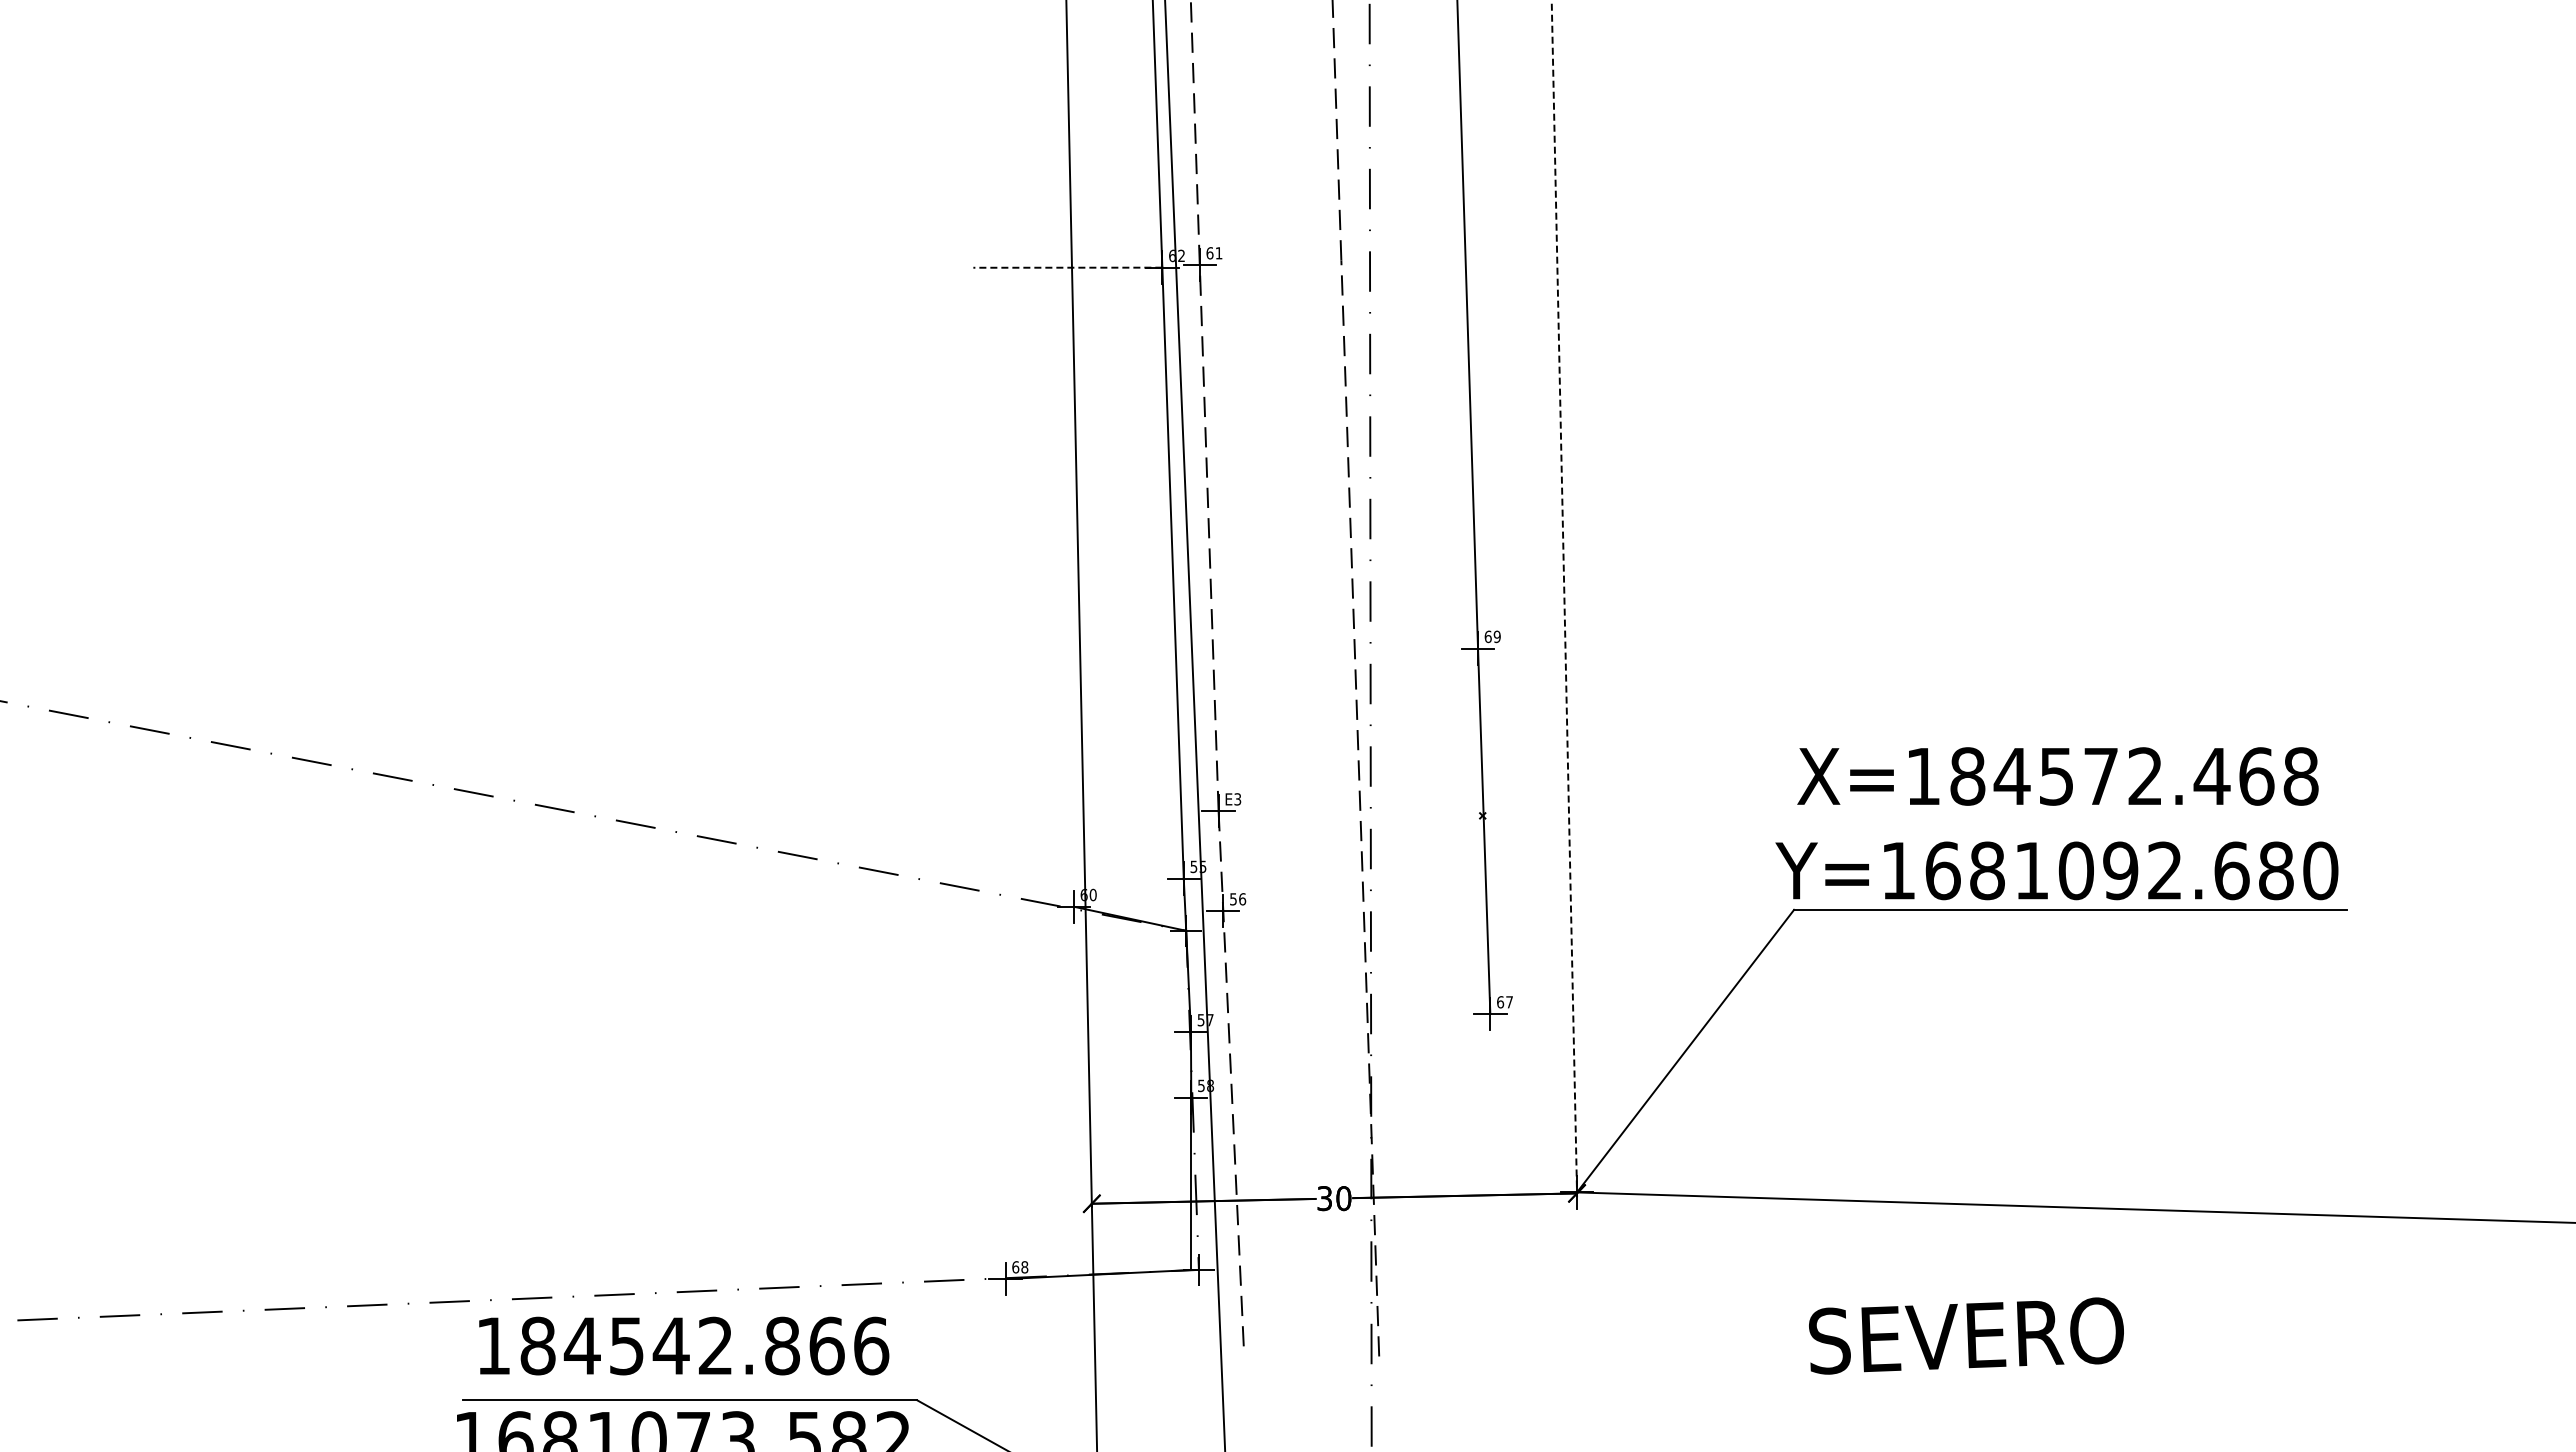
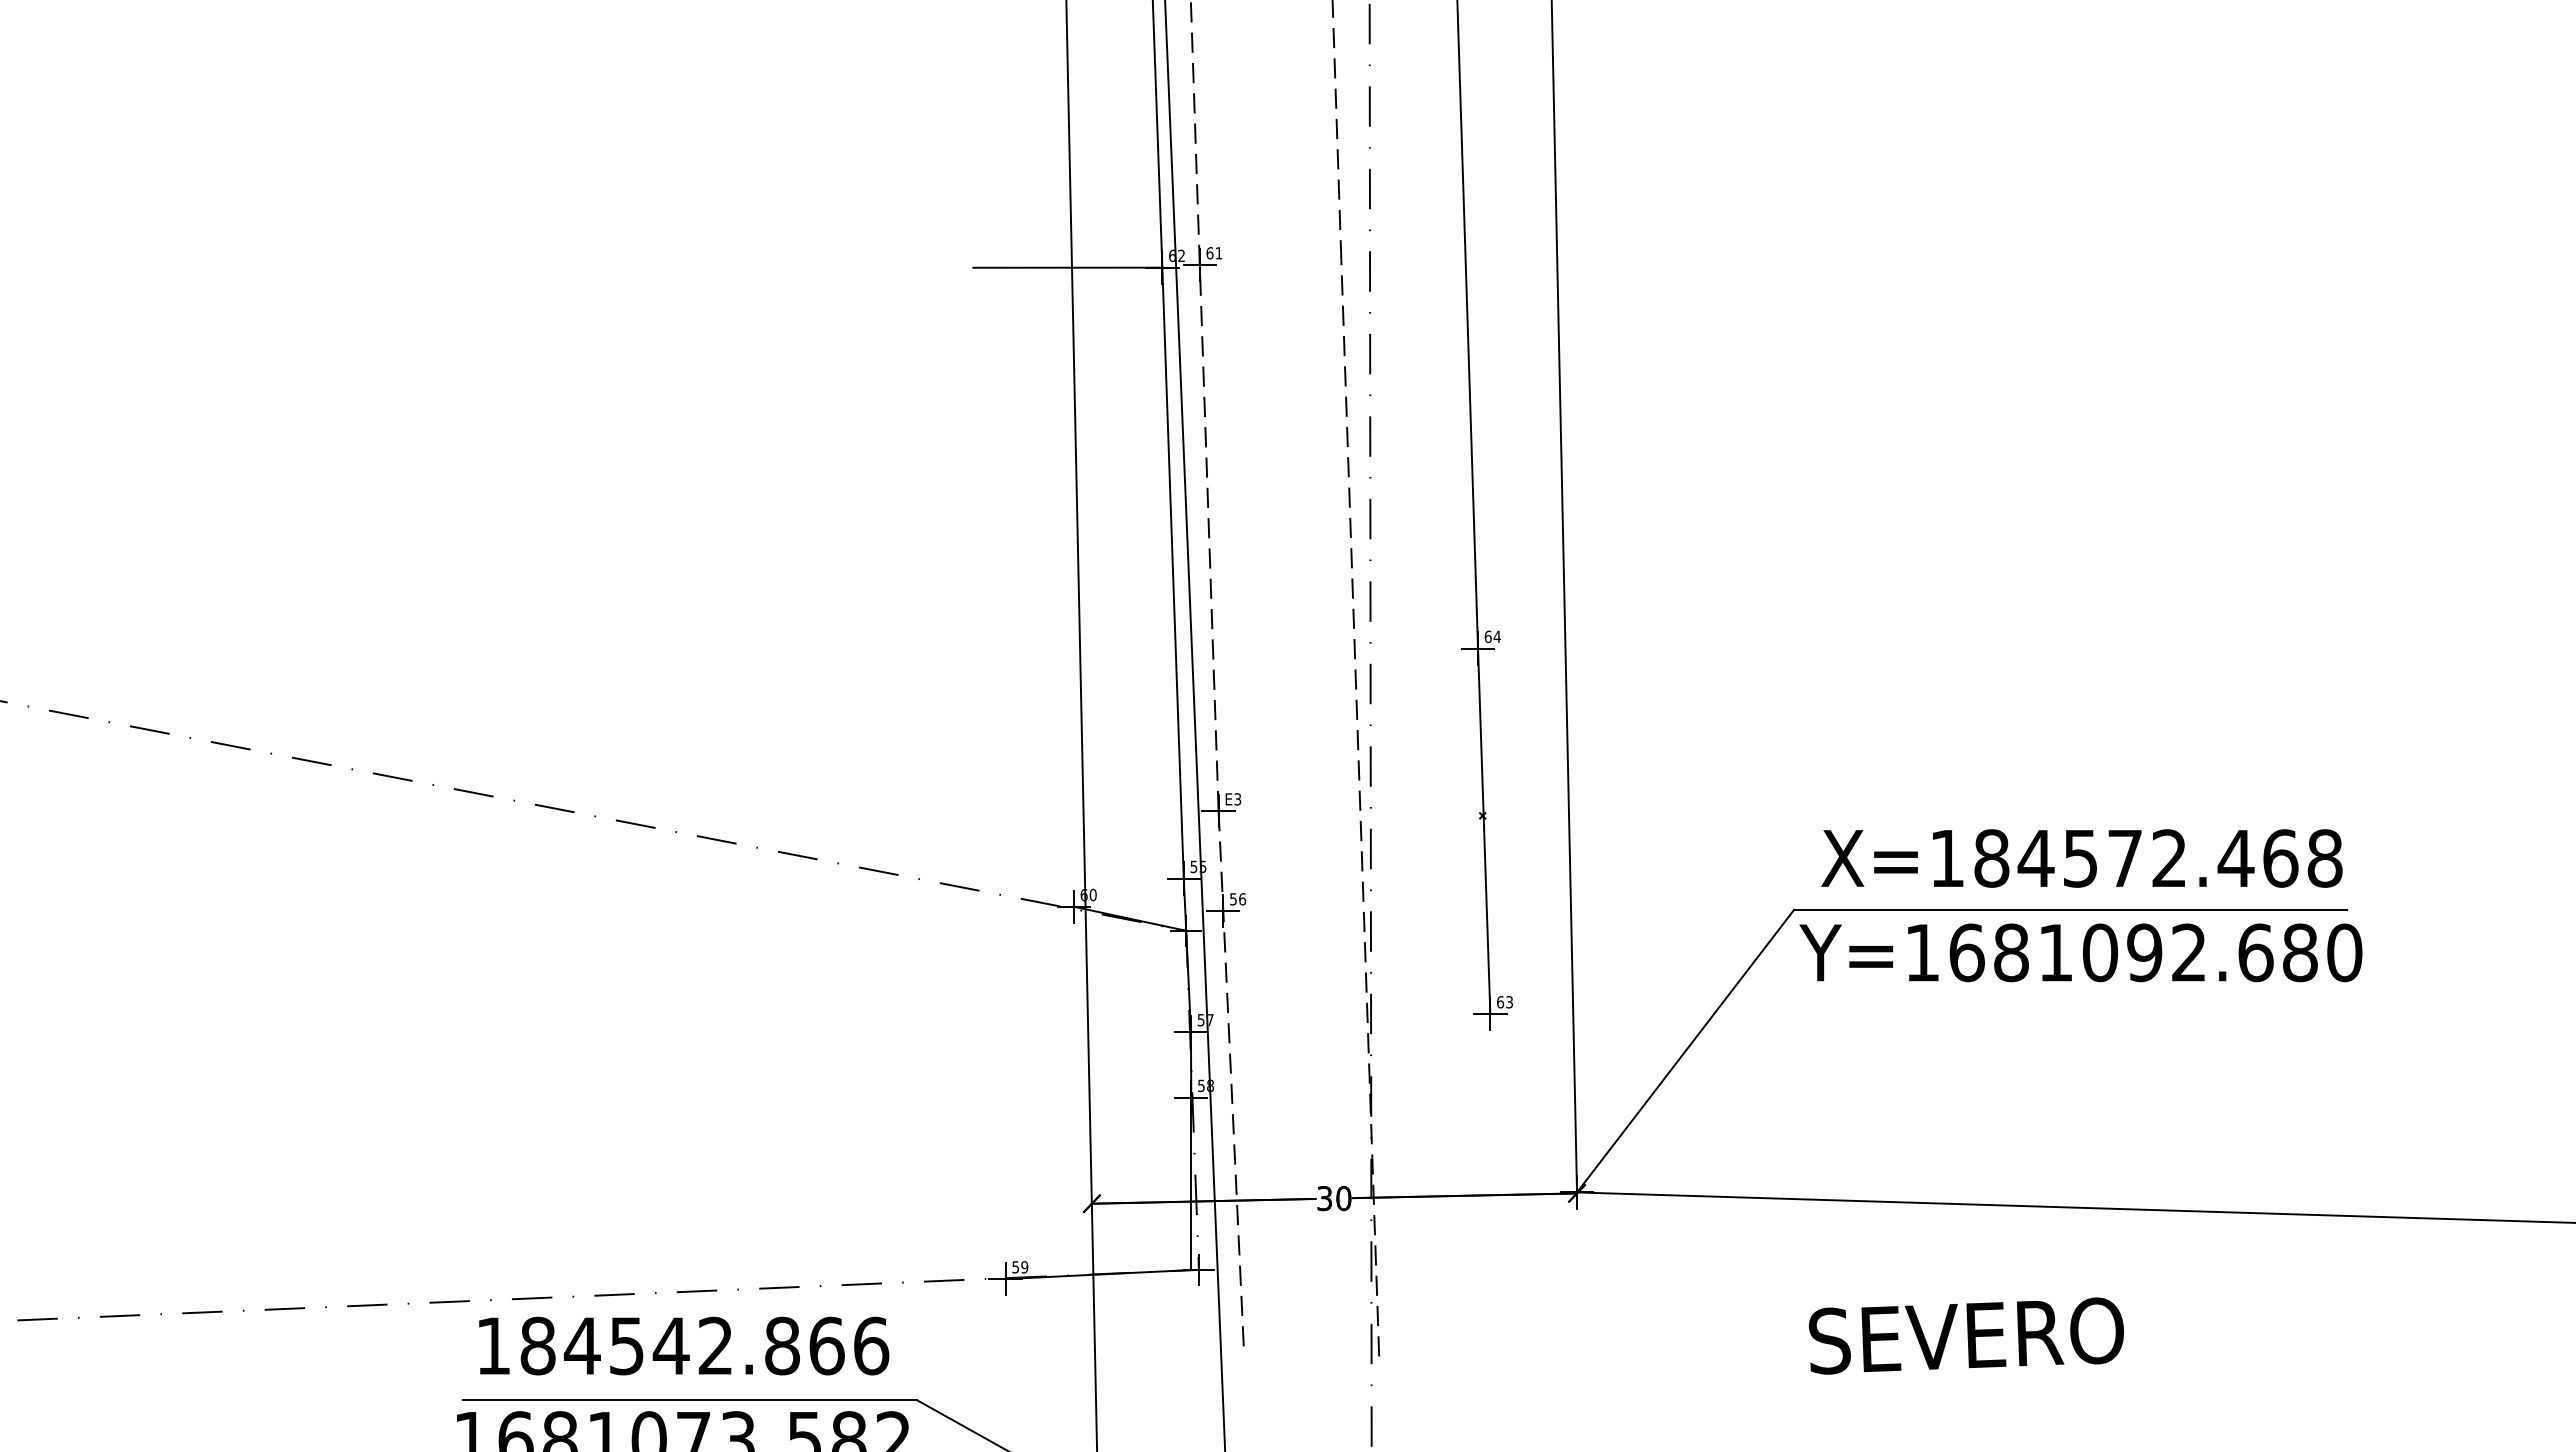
line at (1067, 267): dashed -> solid
line at (1564, 596): dashed -> solid
text at (1496, 636): 69 -> 64
text at (2056, 823) position: (2056, 823) -> (2080, 905)
text at (1509, 1002): 67 -> 63
text at (1020, 1267): 68 -> 59
